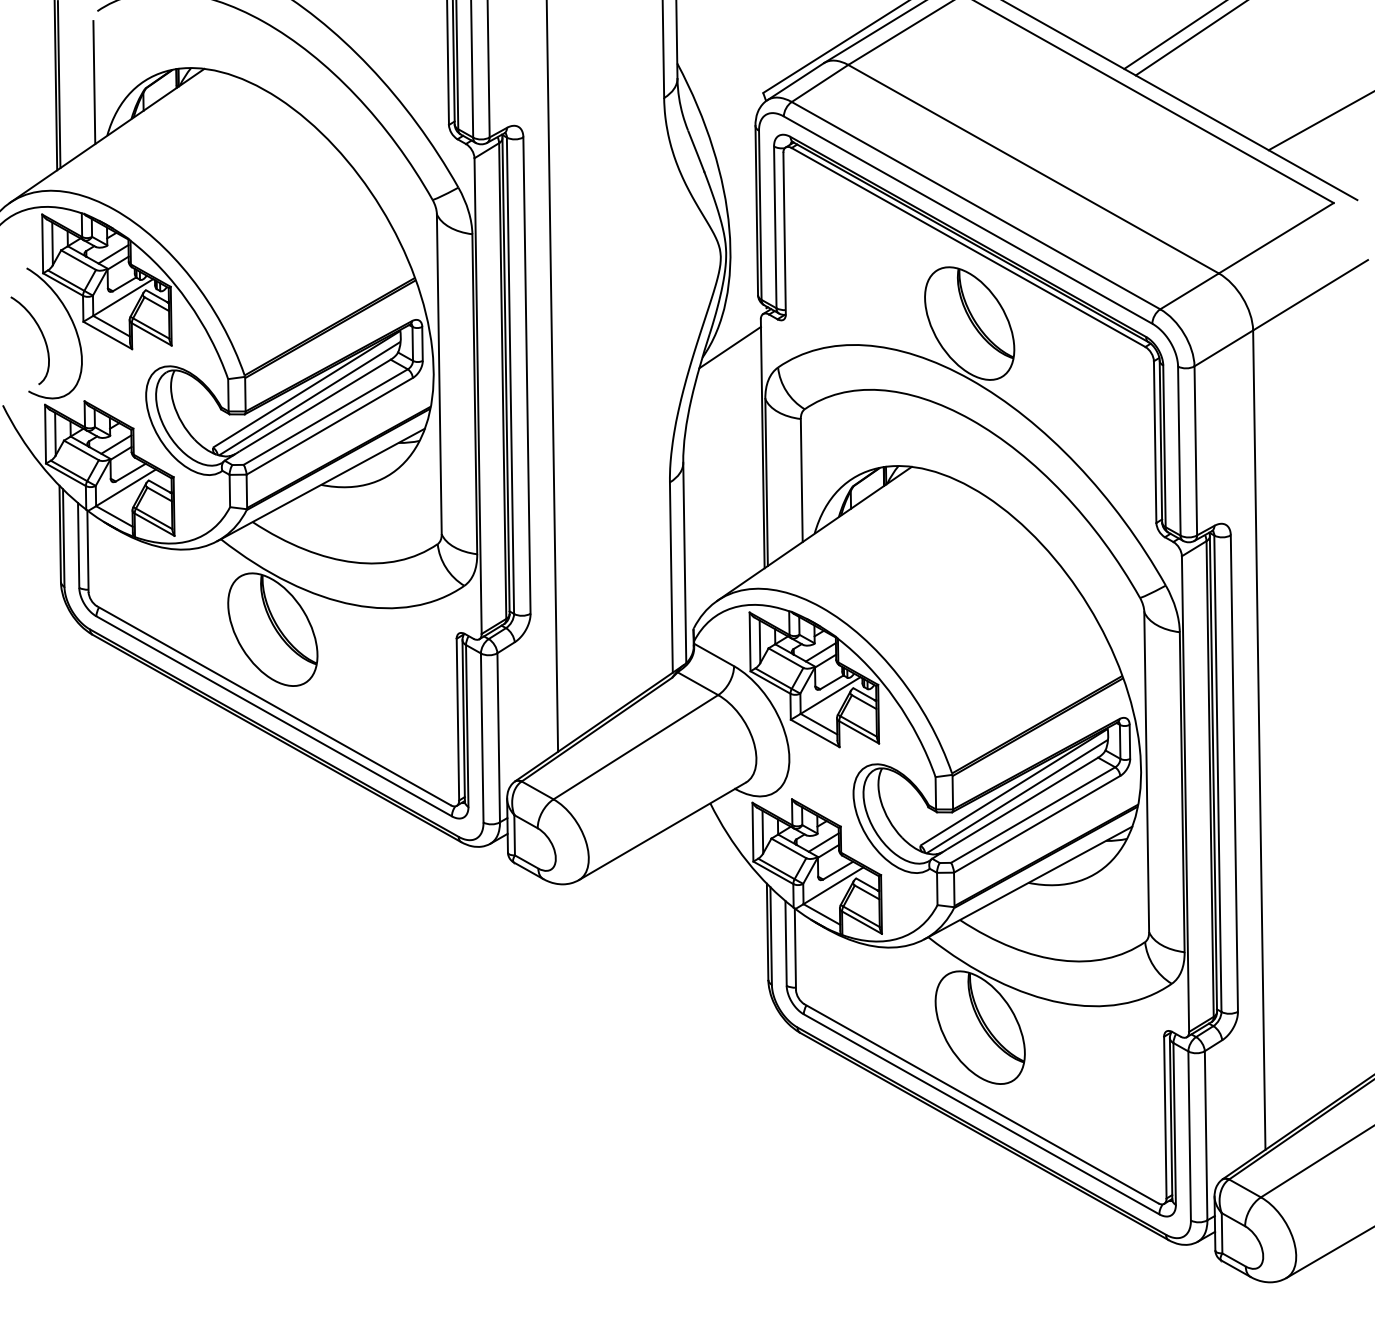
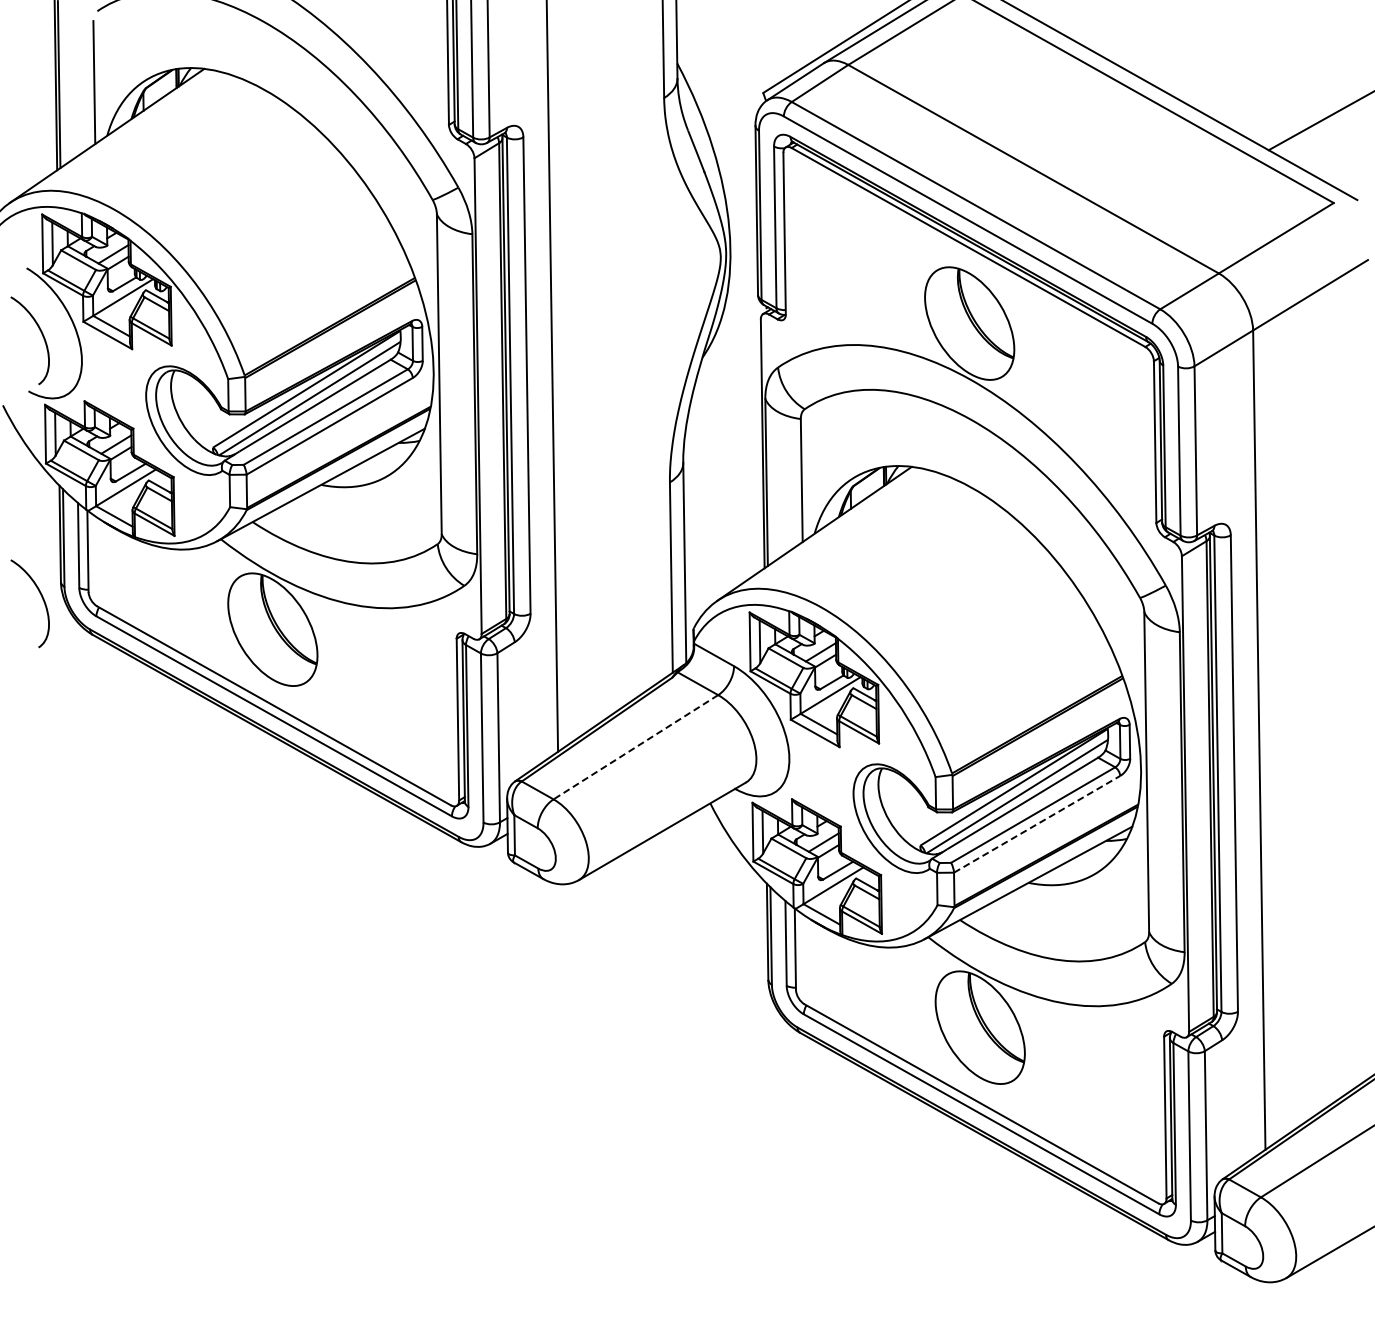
line at (1173, 35): present -> none
line at (1189, 38): present -> none
line at (729, 347): present -> none
curve at (41, 597): none -> present
line at (635, 747): solid -> dashed
line at (1037, 824): solid -> dashed
